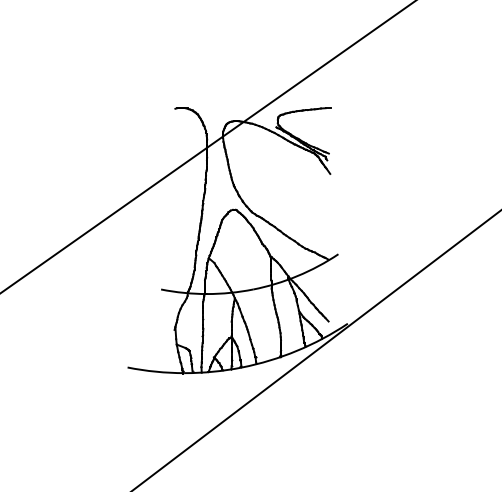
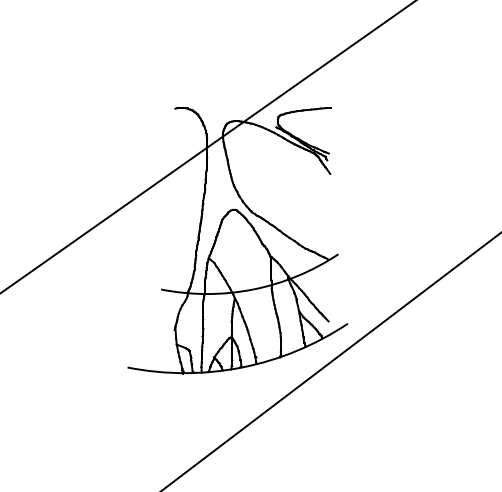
line at (316, 350) position: (316, 350) -> (331, 361)
